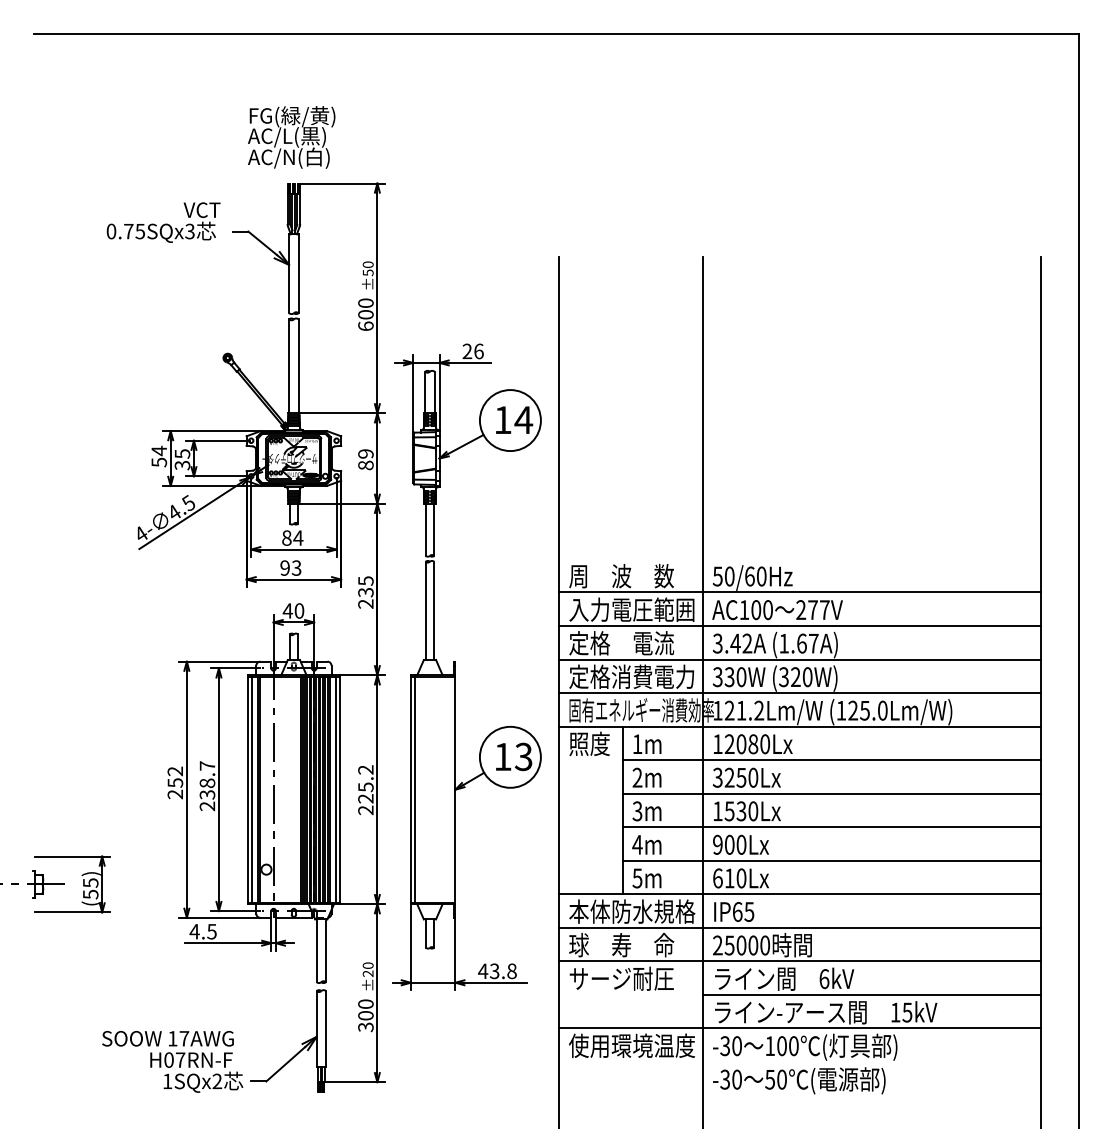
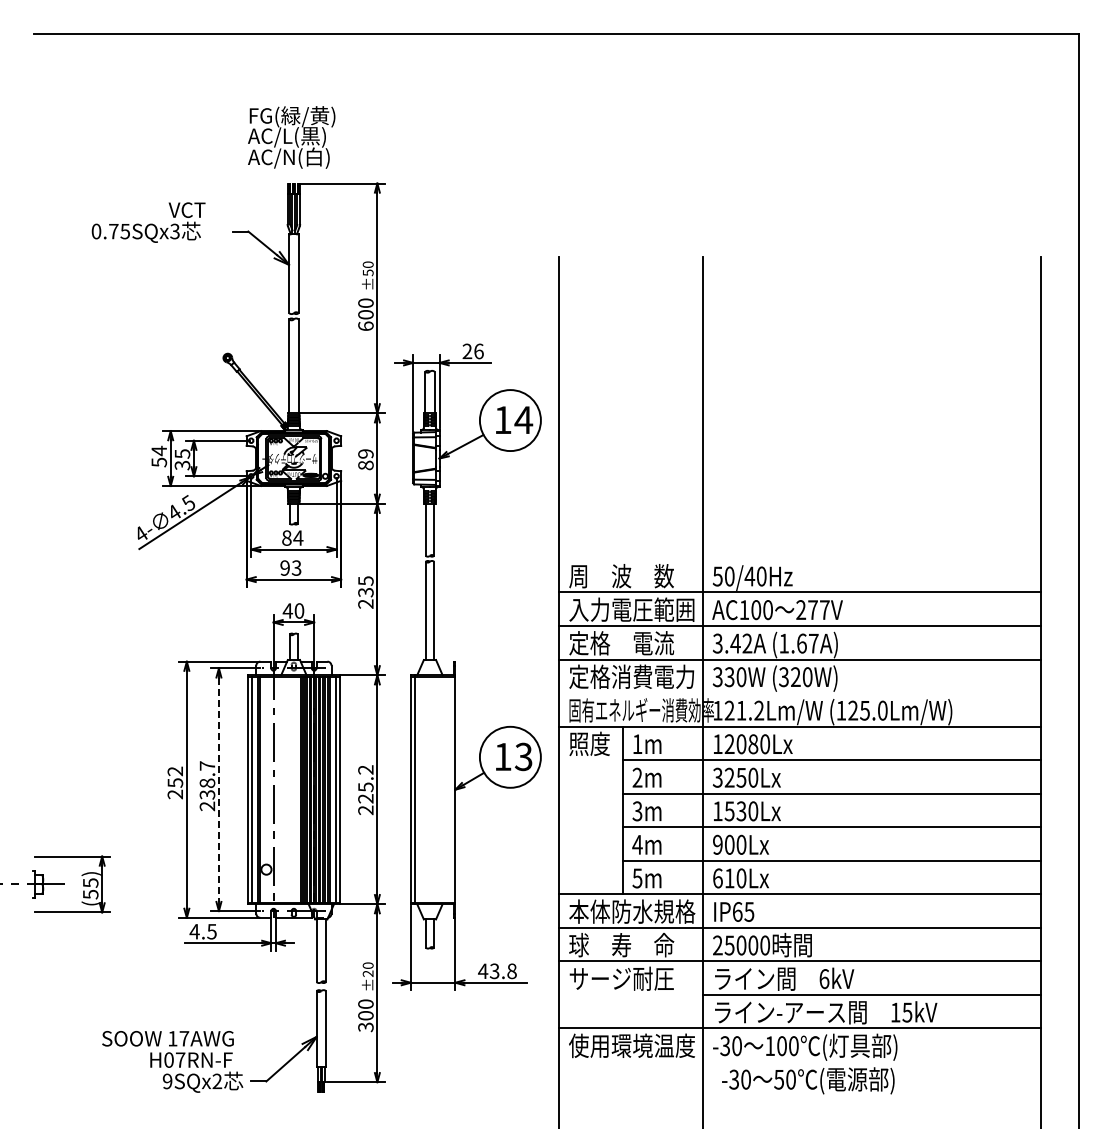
text at (163, 222) position: (163, 222) -> (148, 222)
text at (749, 576): 50/60Hz -> 50/40Hz
line at (799, 693): present -> none
line at (218, 790): solid -> dashed
text at (799, 1080) position: (799, 1080) -> (808, 1080)
text at (167, 1081): 1SQx2 -> 9SQx2
